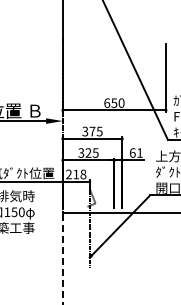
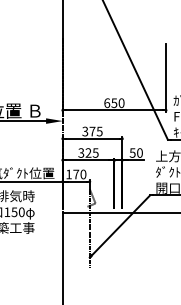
text at (135, 152): 61 -> 50
text at (76, 174): 218 -> 170
line at (62, 258): dashed -> solid
